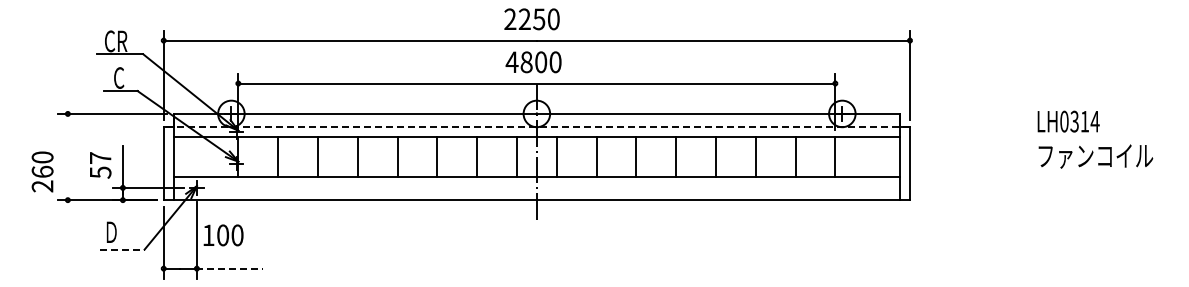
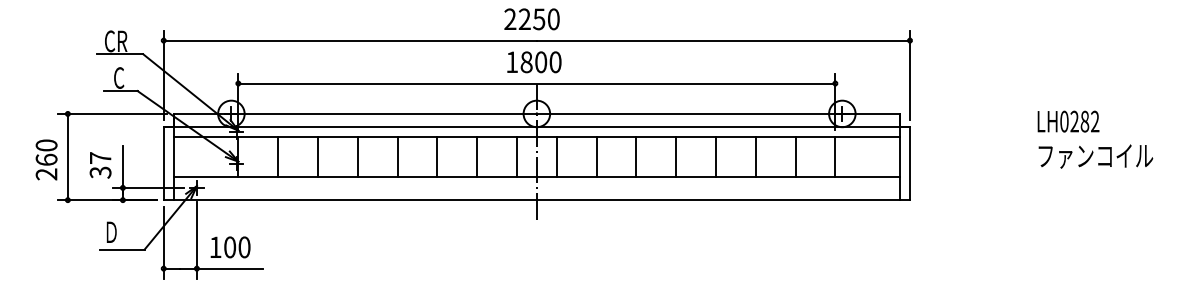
text at (511, 61): 4800 -> 1800
text at (1084, 121): LH0314 -> LH0282
line at (536, 127): dashed -> solid
line at (67, 156): none -> present
text at (42, 171) position: (42, 171) -> (46, 159)
text at (99, 172): 57 -> 37
text at (223, 235) position: (223, 235) -> (230, 247)
line at (122, 249): dashed -> solid
line at (230, 268): dashed -> solid
